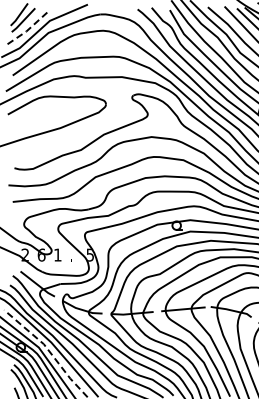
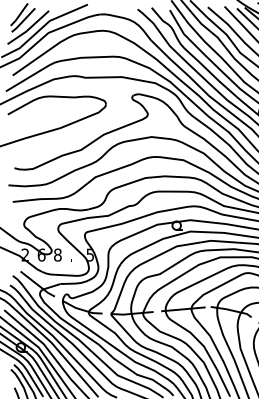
line at (29, 28): dashed -> solid
text at (57, 254): 1 -> 8
line at (49, 351): dashed -> solid
